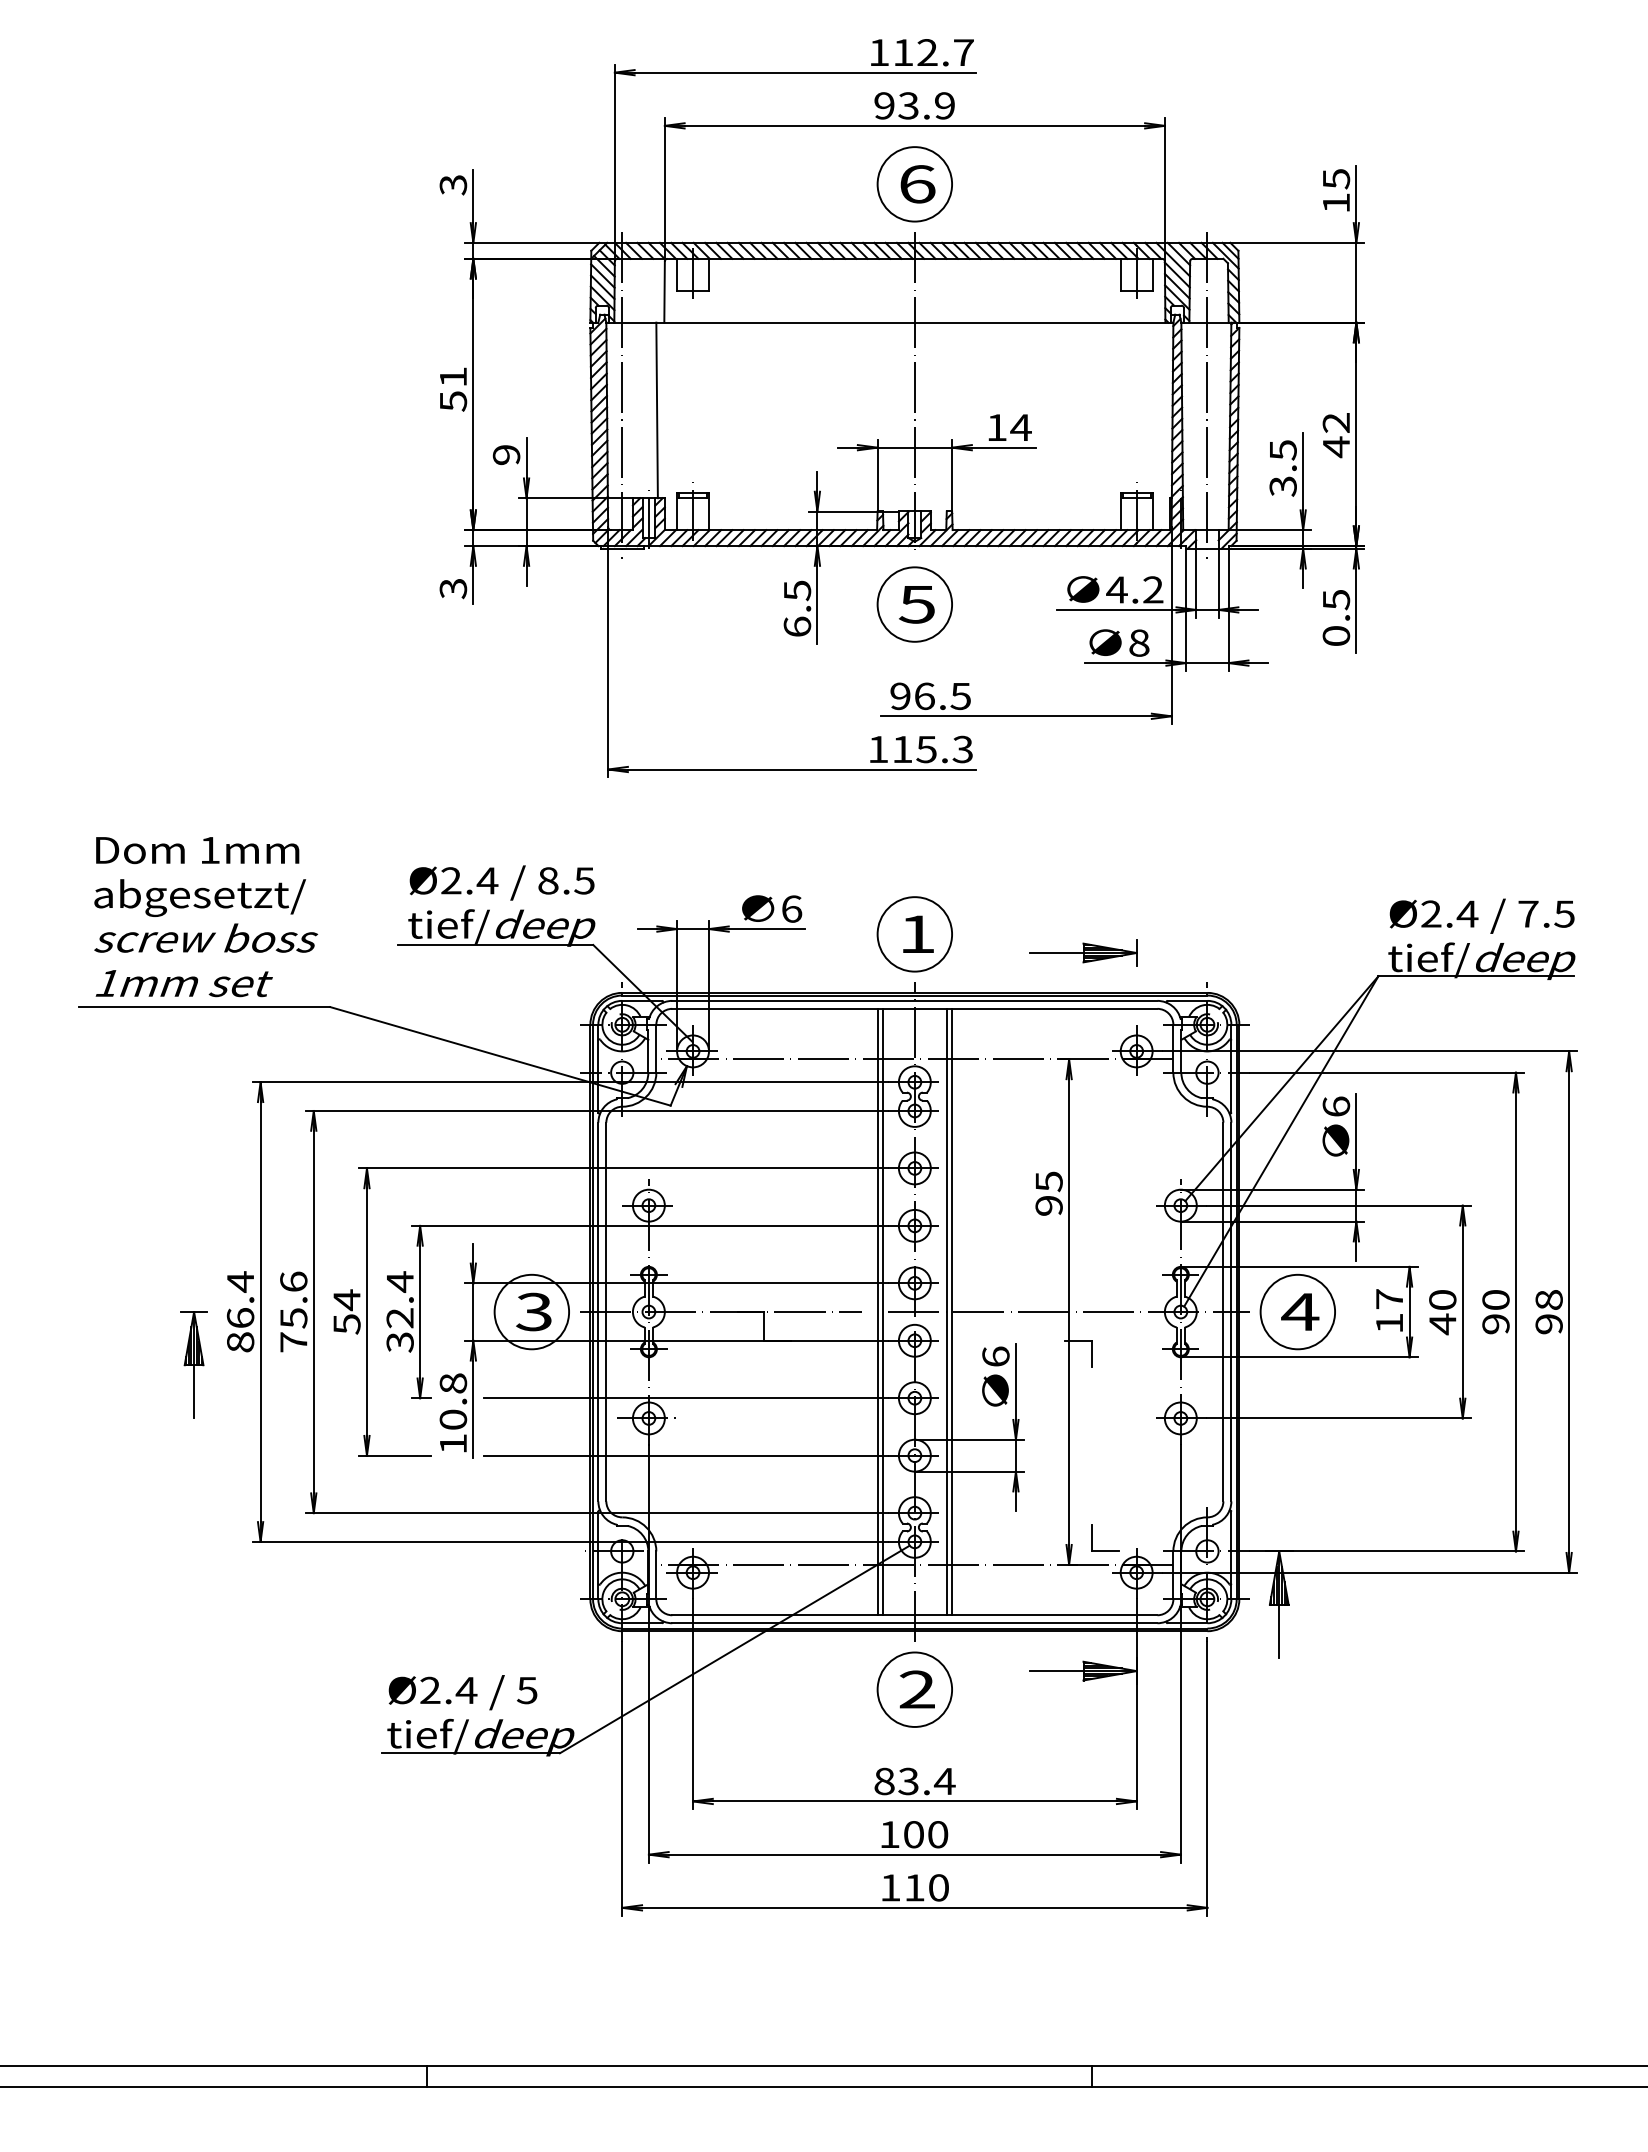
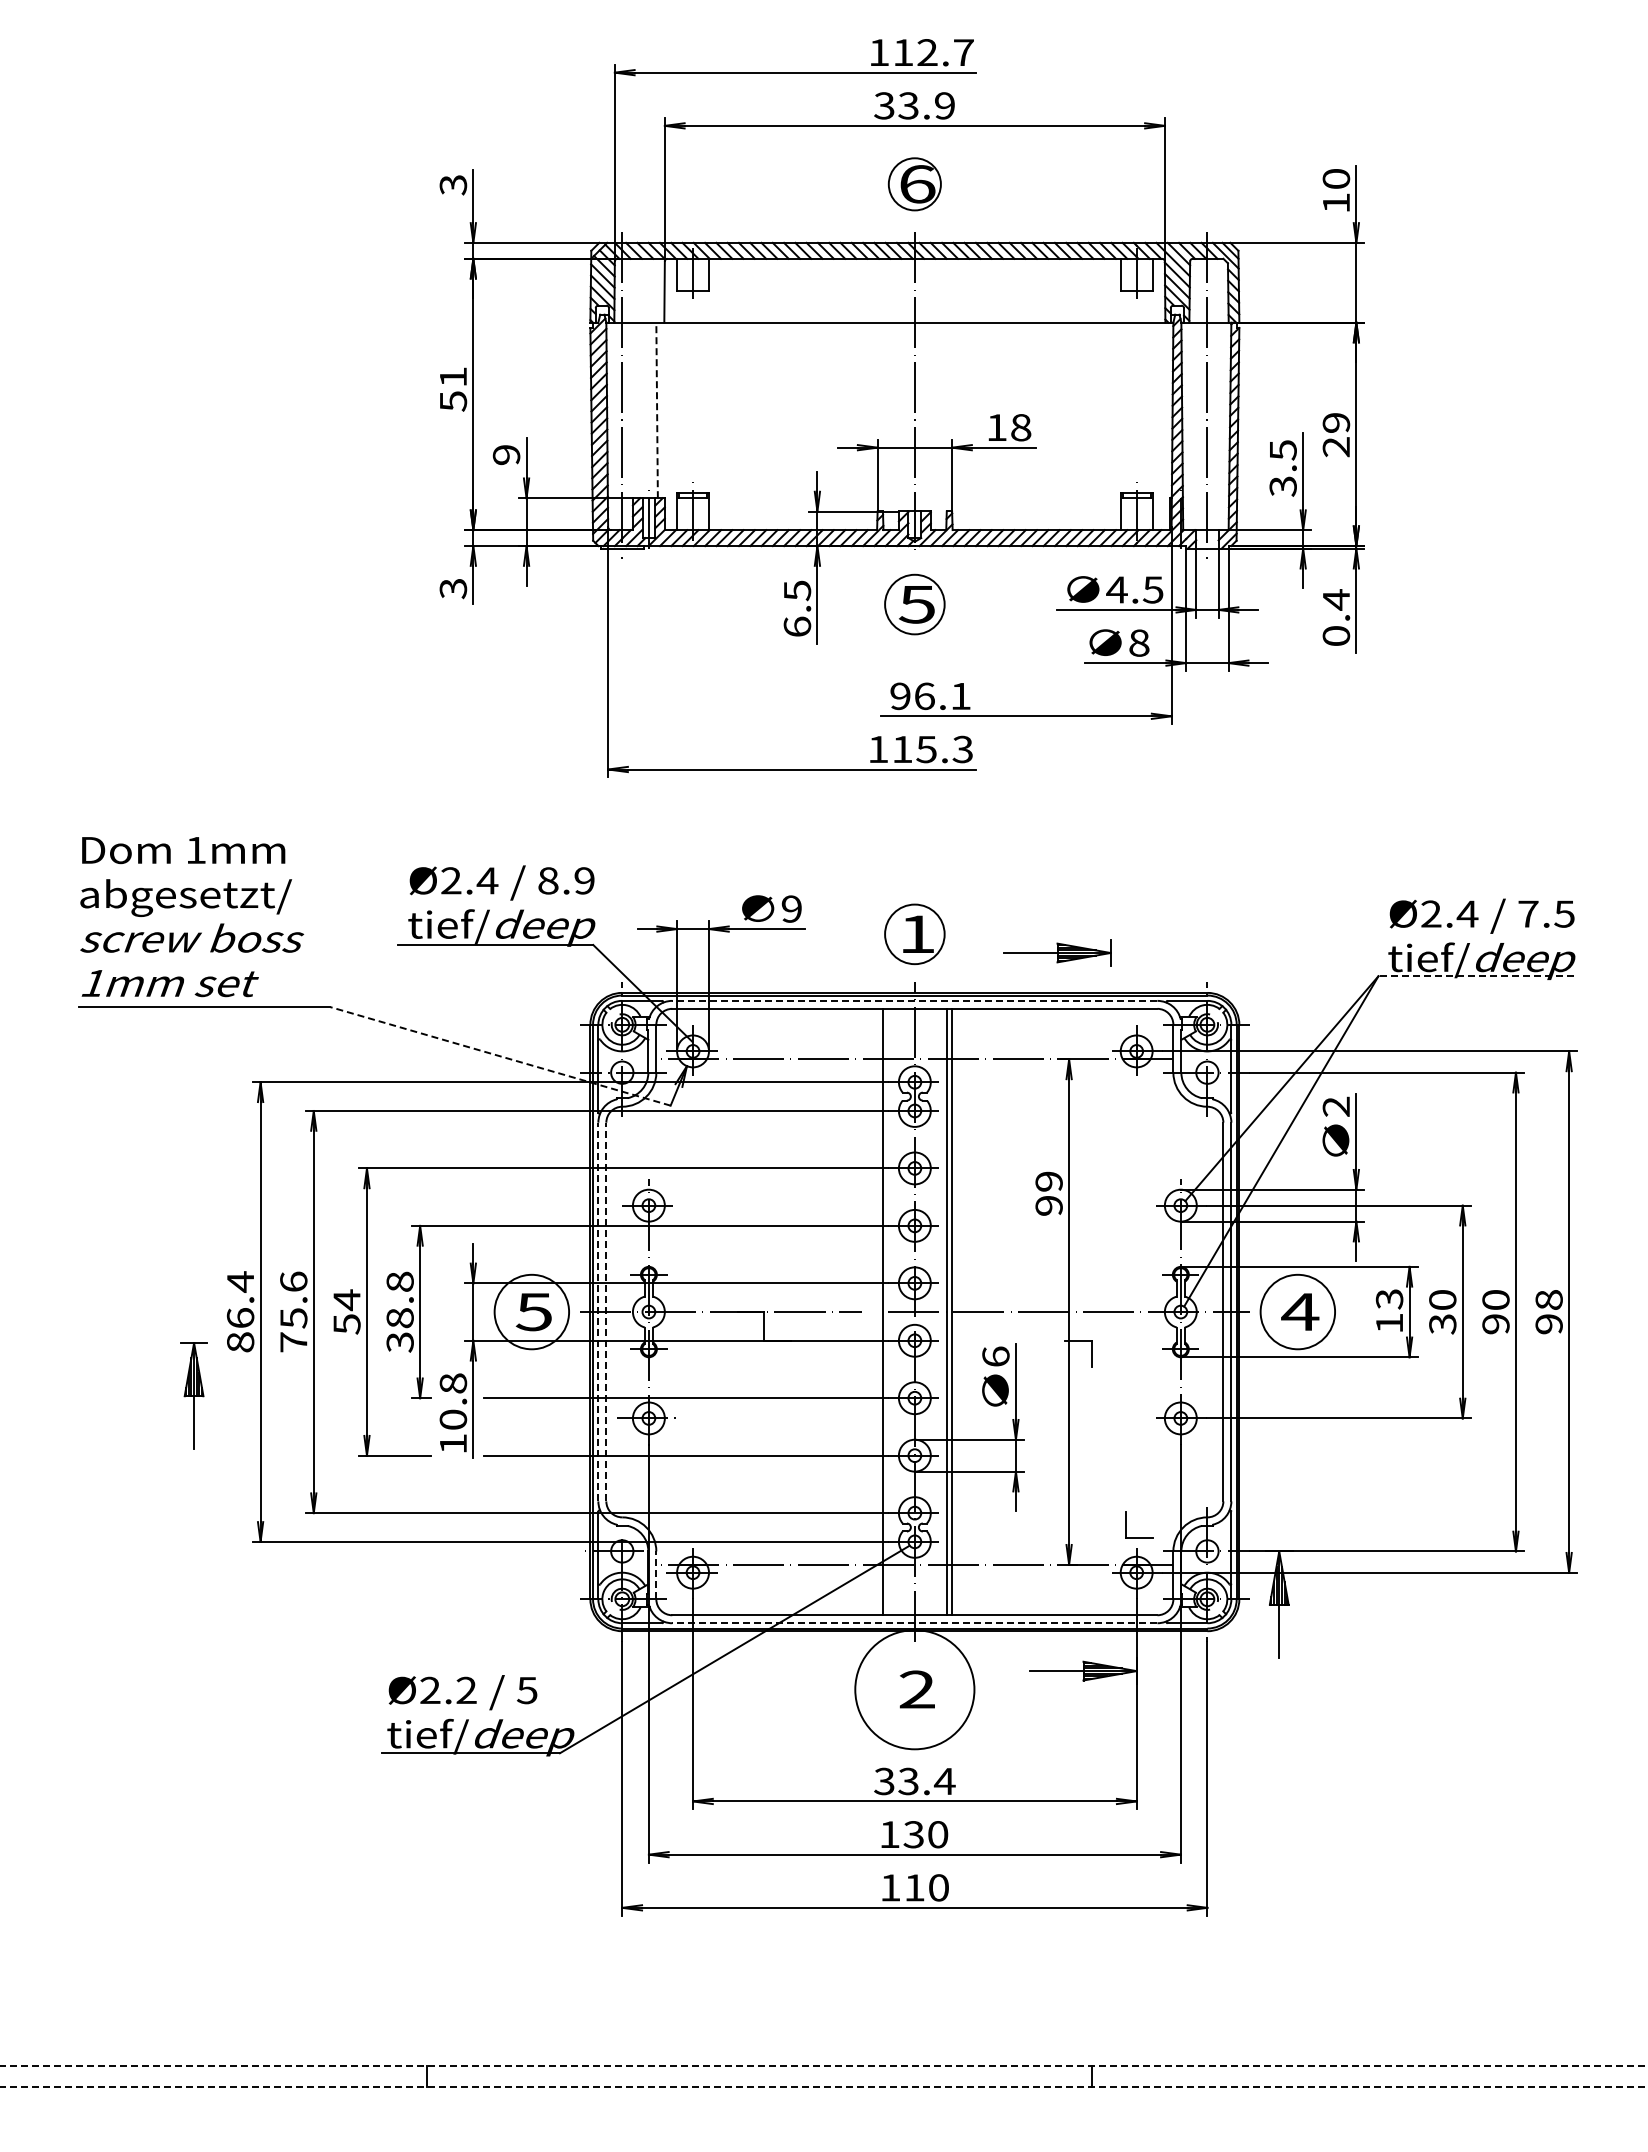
text at (884, 105): 93.9 -> 33.9
text at (1336, 179): 15 -> 10
circle at (914, 184) diameter: 74 px -> 52 px
line at (657, 410): solid -> dashed
text at (1020, 427): 14 -> 18
text at (1336, 435): 42 -> 29
text at (1152, 589): 4.2 -> 4.5
text at (1336, 599): 0.5 -> 0.4
circle at (914, 604) diameter: 74 px -> 60 px
text at (960, 696): 96.5 -> 96.1
text at (584, 880): 8.5 -> 8.9
text at (791, 908): 6 -> 9
text at (206, 917) position: (206, 917) -> (192, 917)
circle at (914, 934) diameter: 74 px -> 60 px
part at (1083, 952) position: (1083, 952) -> (1057, 952)
line at (1476, 976): solid -> dashed
line at (914, 1000): solid -> dashed
line at (500, 1056): solid -> dashed
text at (1336, 1106): 6 -> 2
text at (1048, 1181): 95 -> 99
text at (399, 1299): 32.4 -> 38.8
text at (1389, 1299): 17 -> 13
text at (533, 1311): 3 -> 5
line at (598, 1311): solid -> dashed
line at (606, 1311): solid -> dashed
line at (877, 1311): present -> none
text at (1442, 1324): 40 -> 30
part at (193, 1364) position: (193, 1364) -> (193, 1395)
part at (1092, 1537) position: (1092, 1537) -> (1126, 1524)
line at (656, 1575): solid -> dashed
line at (914, 1623): solid -> dashed
text at (466, 1689): Ø2.4 -> Ø2.2
circle at (914, 1689) diameter: 74 px -> 119 px
text at (884, 1781): 83.4 -> 33.4
text at (913, 1834): 100 -> 130
line at (823, 2066): solid -> dashed
line at (823, 2087): solid -> dashed
